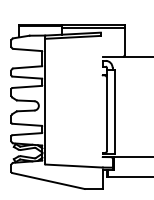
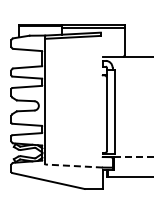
line at (133, 156): solid -> dashed
line at (74, 166): solid -> dashed
